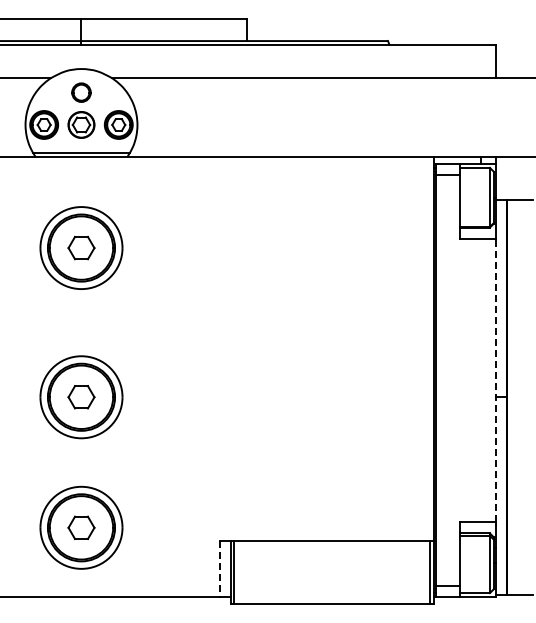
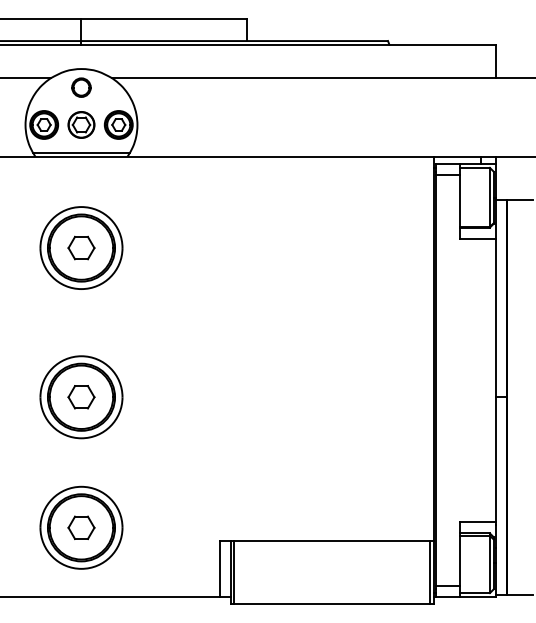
part at (81, 92) position: (81, 92) -> (81, 87)
line at (495, 380): dashed -> solid
line at (219, 568): dashed -> solid
